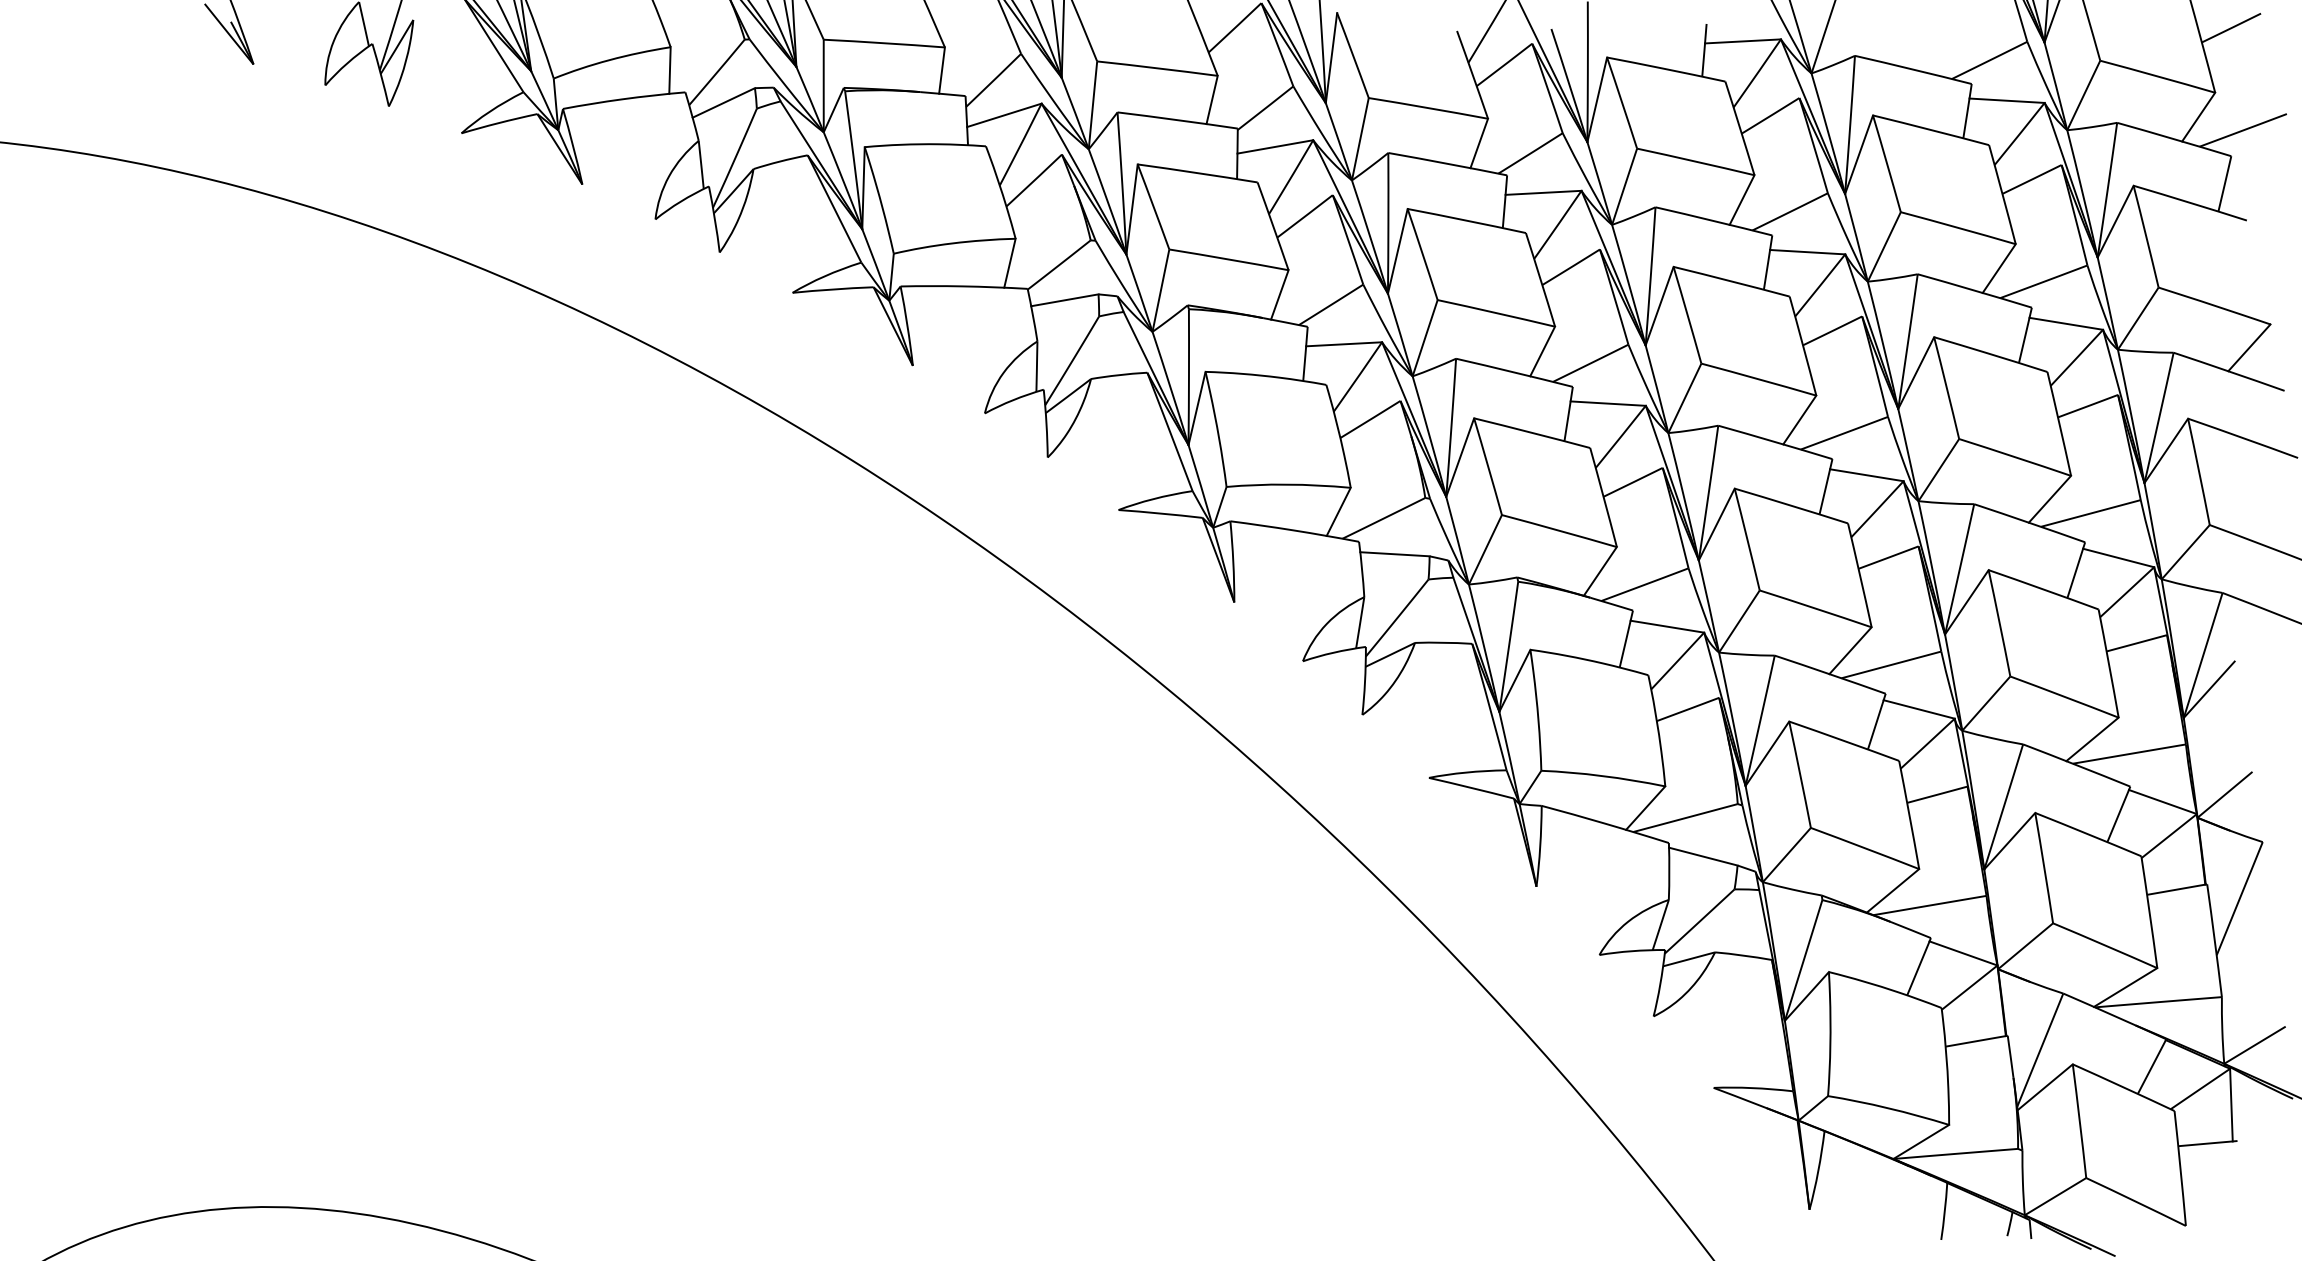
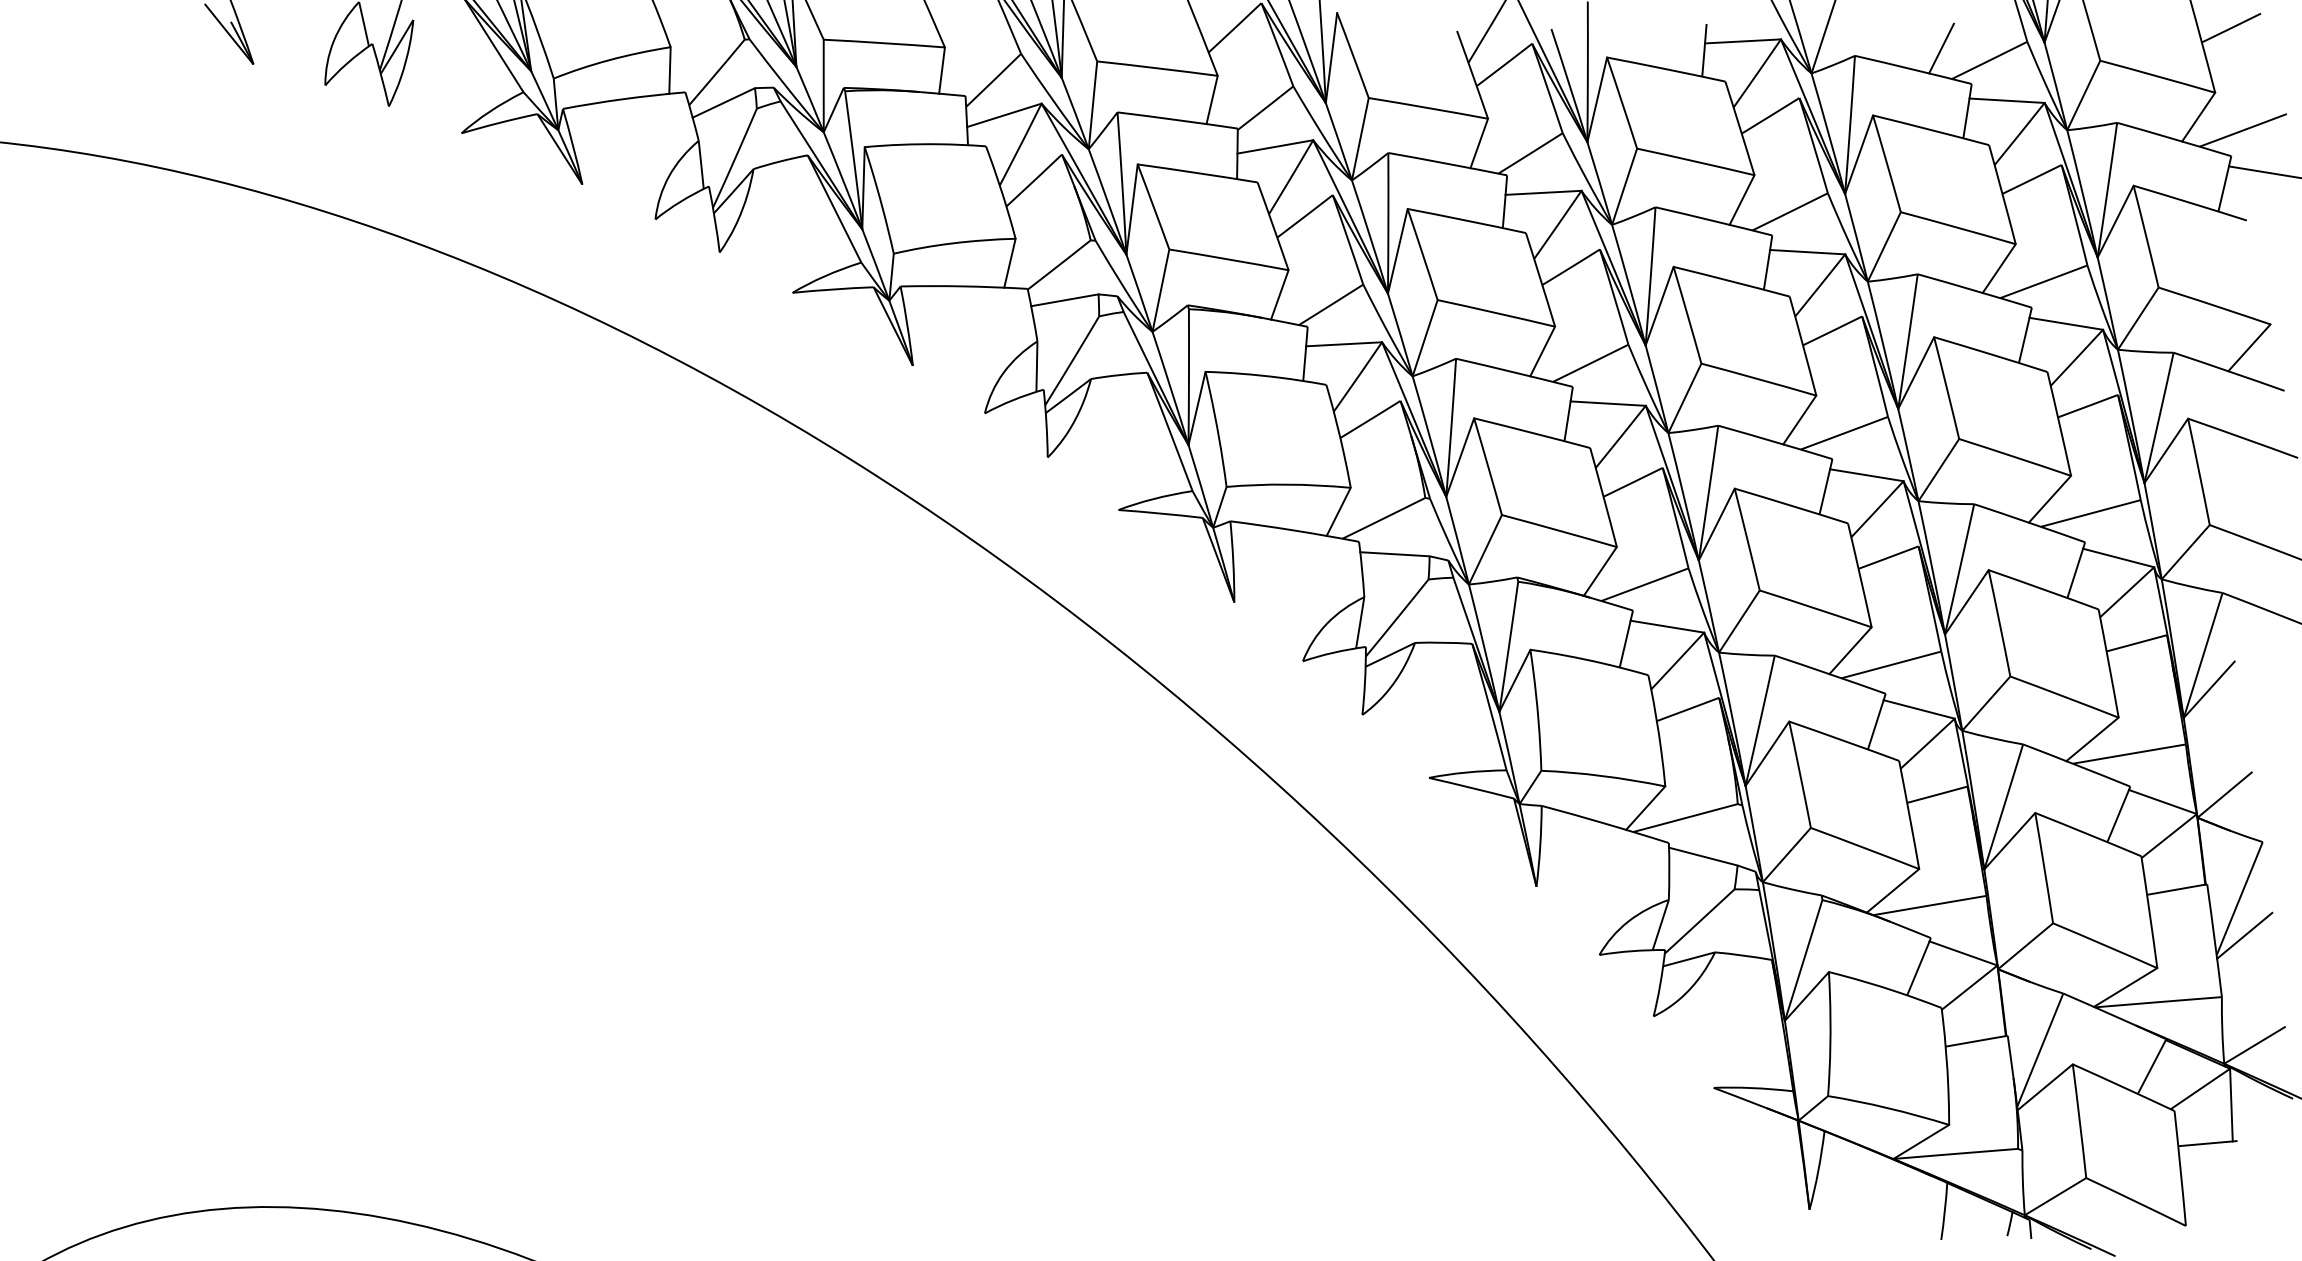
line at (1941, 48): none -> present
line at (2263, 171): none -> present
line at (2244, 935): none -> present
